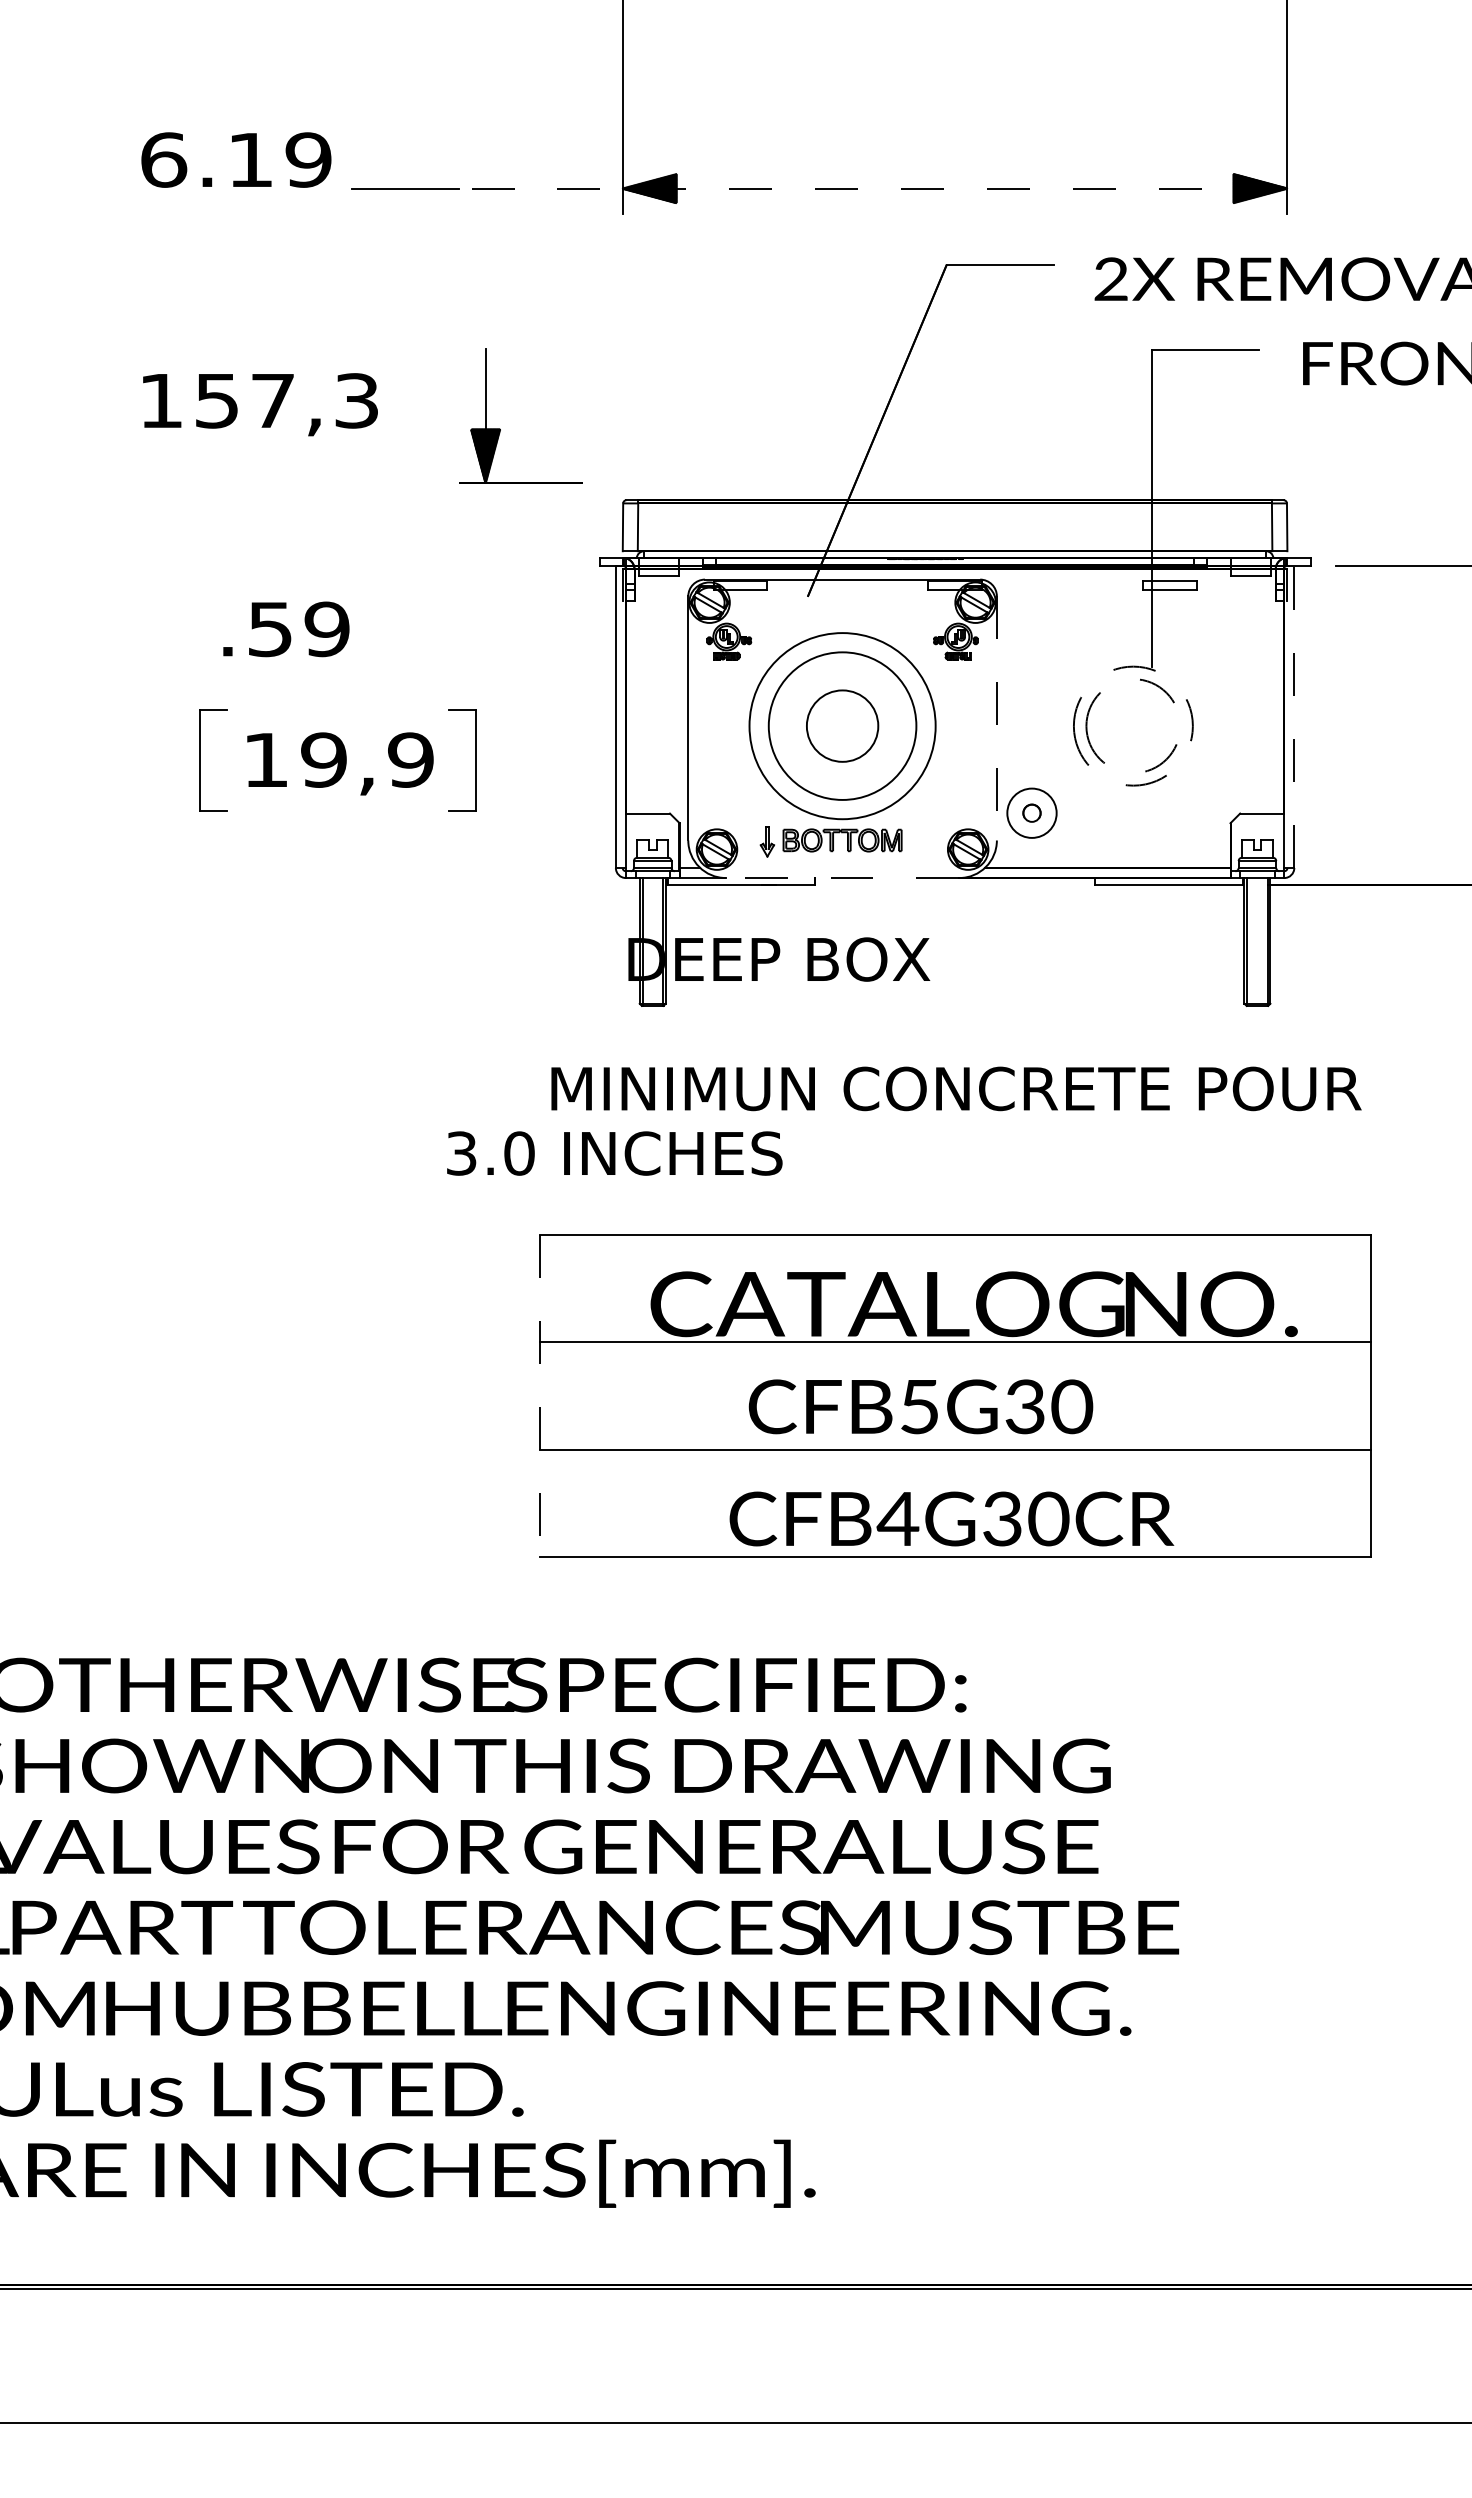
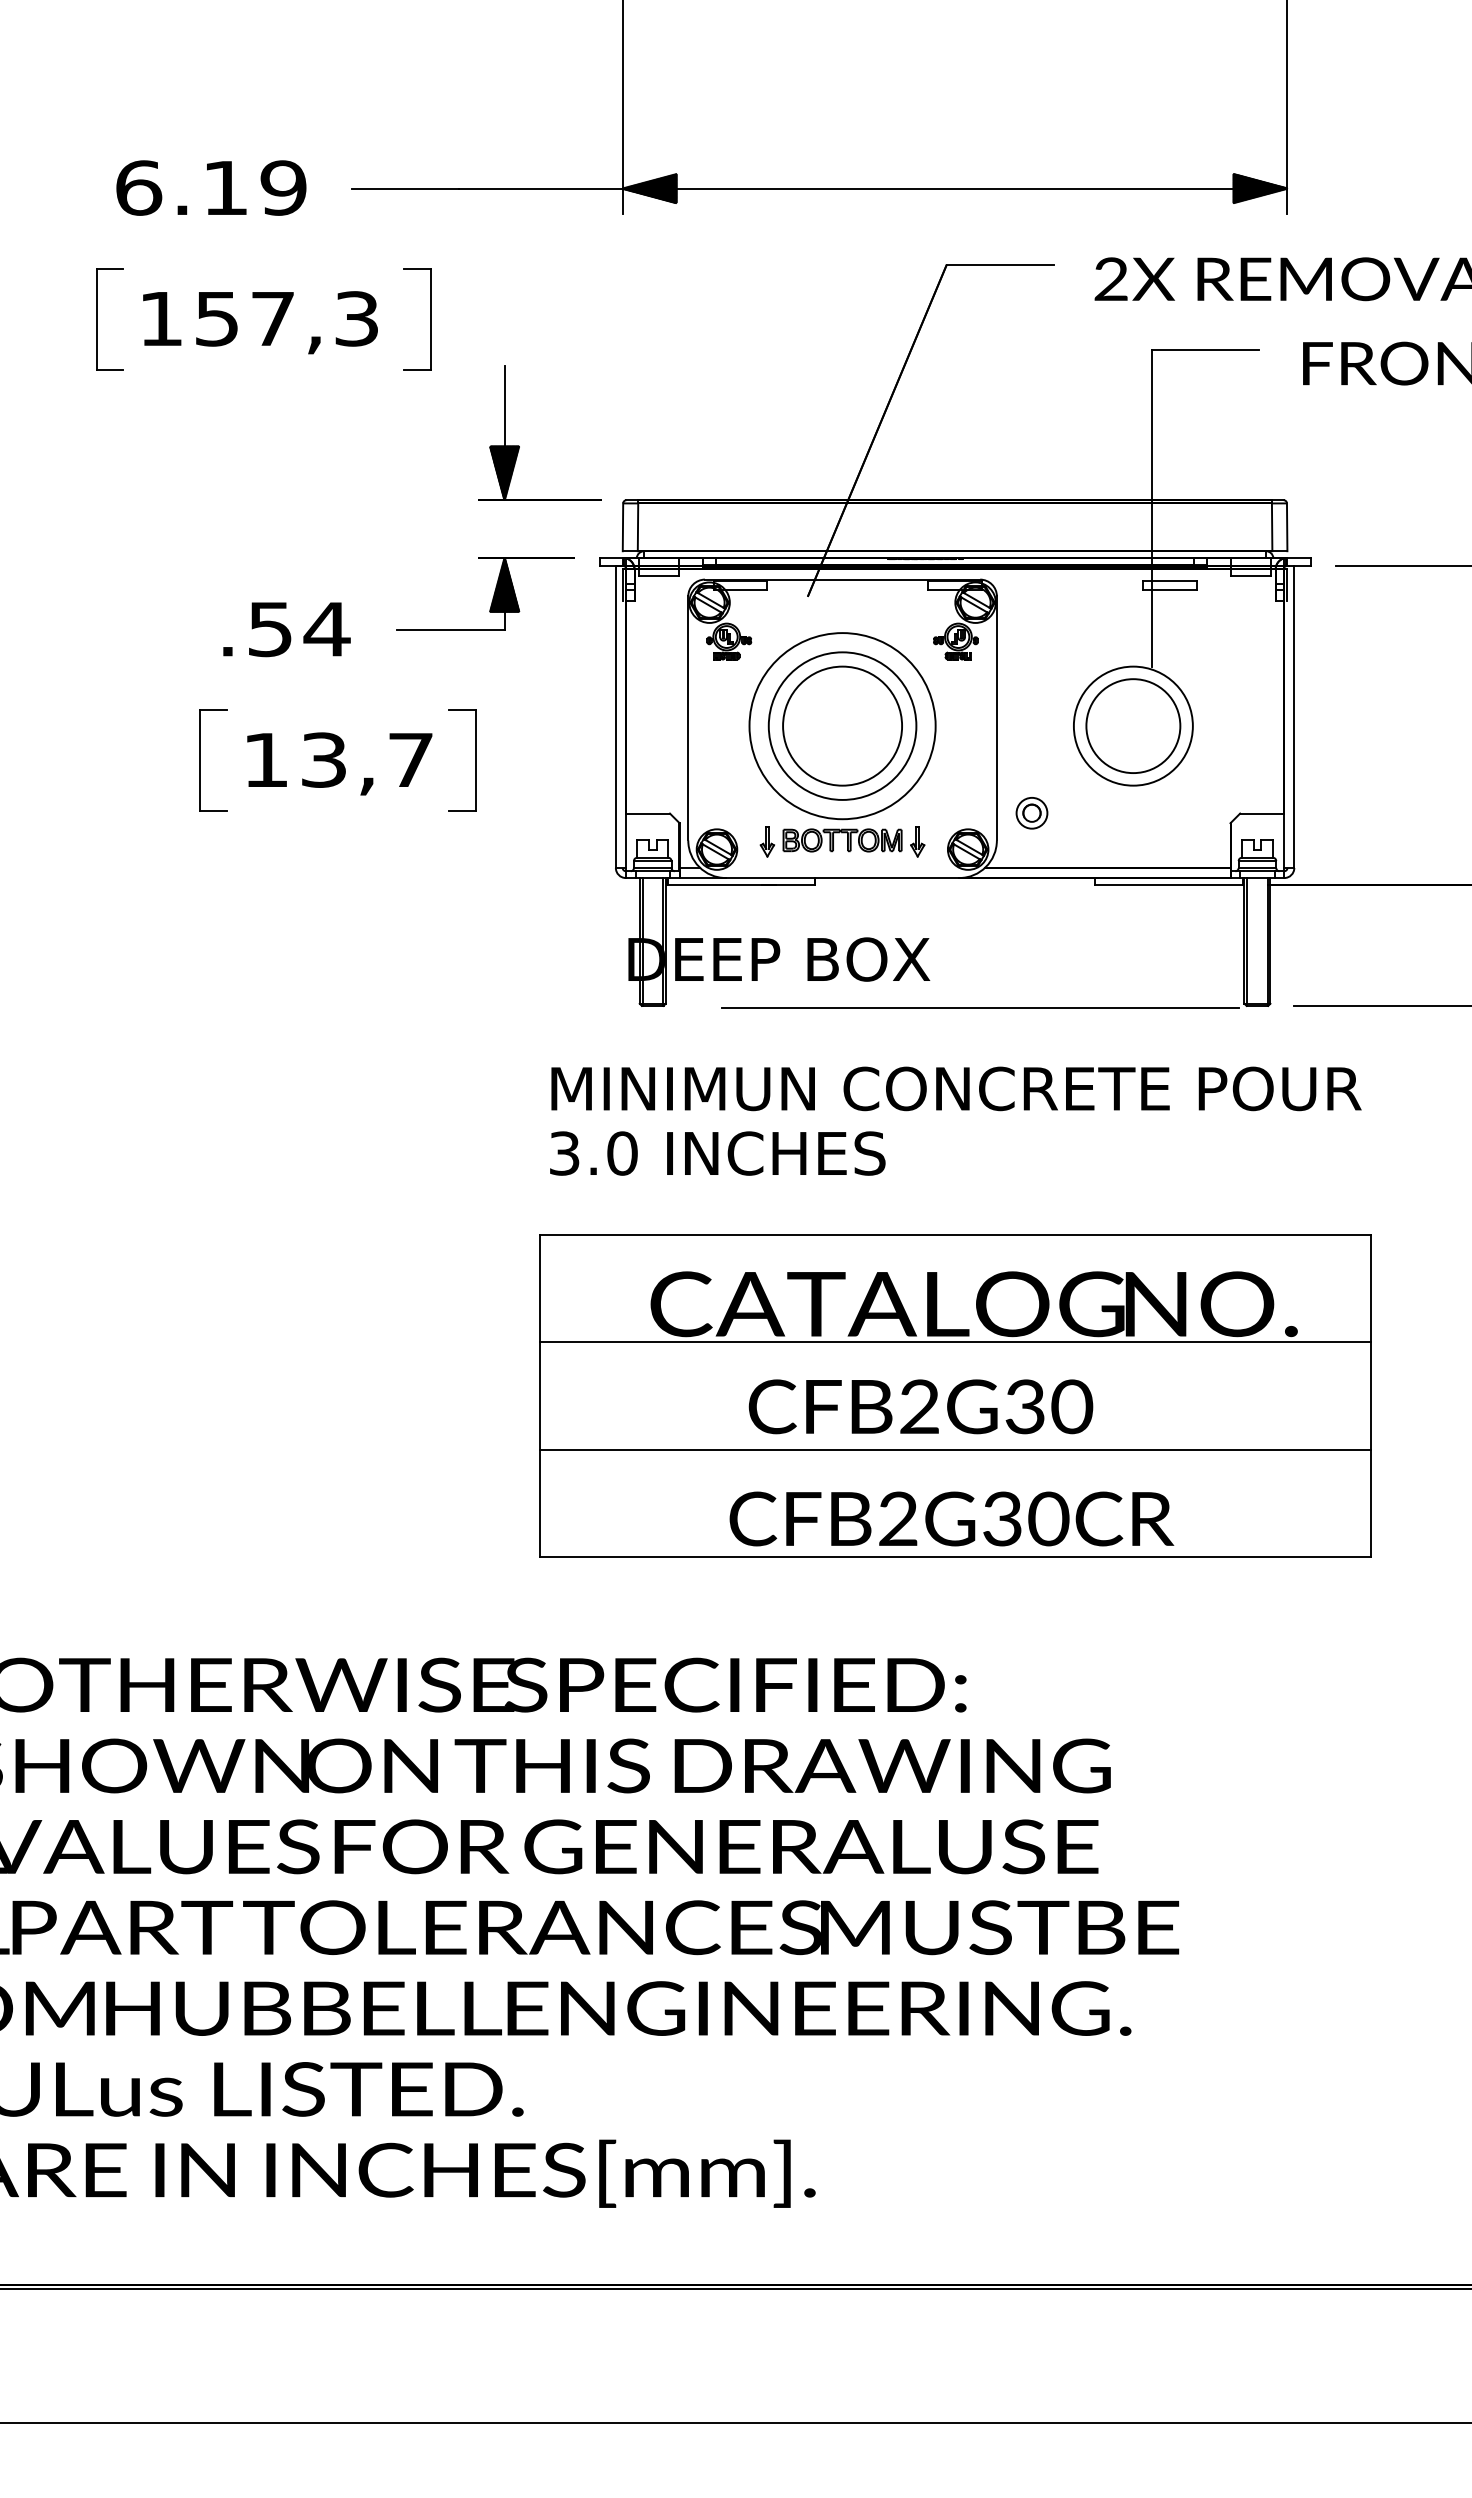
text at (236, 159) position: (236, 159) -> (211, 187)
line at (872, 188): dashed -> solid
part at (97, 319): none -> present
part at (430, 319): none -> present
text at (260, 404) position: (260, 404) -> (260, 322)
part at (500, 428) position: (500, 428) -> (519, 445)
part at (493, 594): none -> present
text at (326, 629): .59 -> .54
line at (1294, 717): dashed -> solid
line at (996, 718): dashed -> solid
circle at (842, 725) diameter: 71 px -> 119 px
circle at (1132, 725): dashed -> solid
circle at (1133, 726): dashed -> solid
text at (367, 759): 19,9 -> 13,7
circle at (1031, 812) diameter: 49 px -> 31 px
part at (917, 841): none -> present
line at (842, 878): dashed -> solid
line at (1381, 1005): none -> present
line at (980, 1007): none -> present
text at (614, 1153) position: (614, 1153) -> (717, 1153)
line at (539, 1396): dashed -> solid
text at (919, 1406): CFB5G30 -> CFB2G30
text at (897, 1518): CFB4G30CR -> CFB2G30CR
